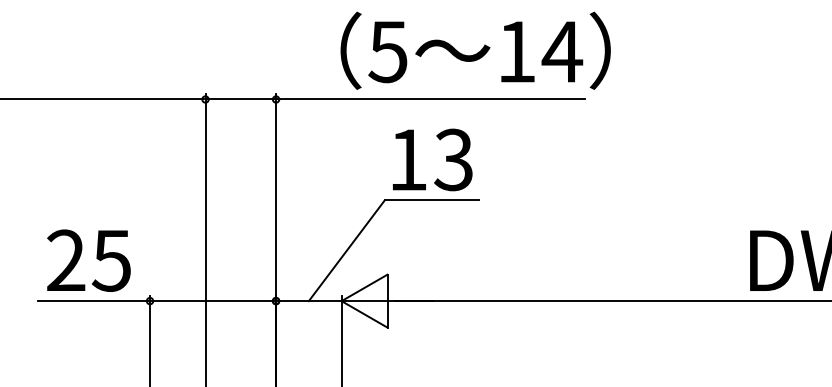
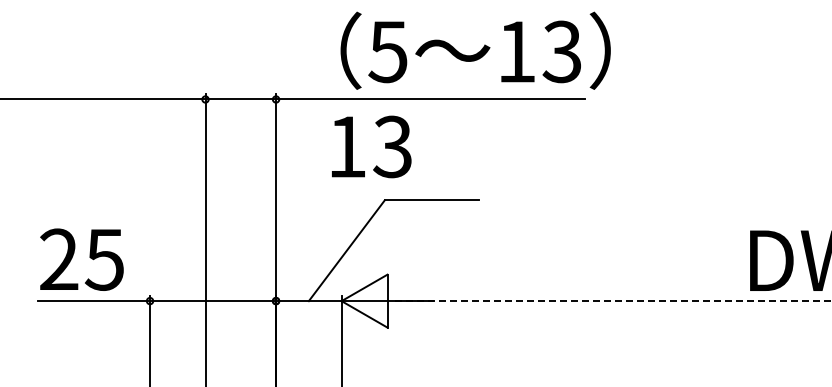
text at (562, 51): 14 -> 13
text at (432, 159) position: (432, 159) -> (371, 146)
text at (88, 260) position: (88, 260) -> (81, 259)
line at (612, 301): solid -> dashed
